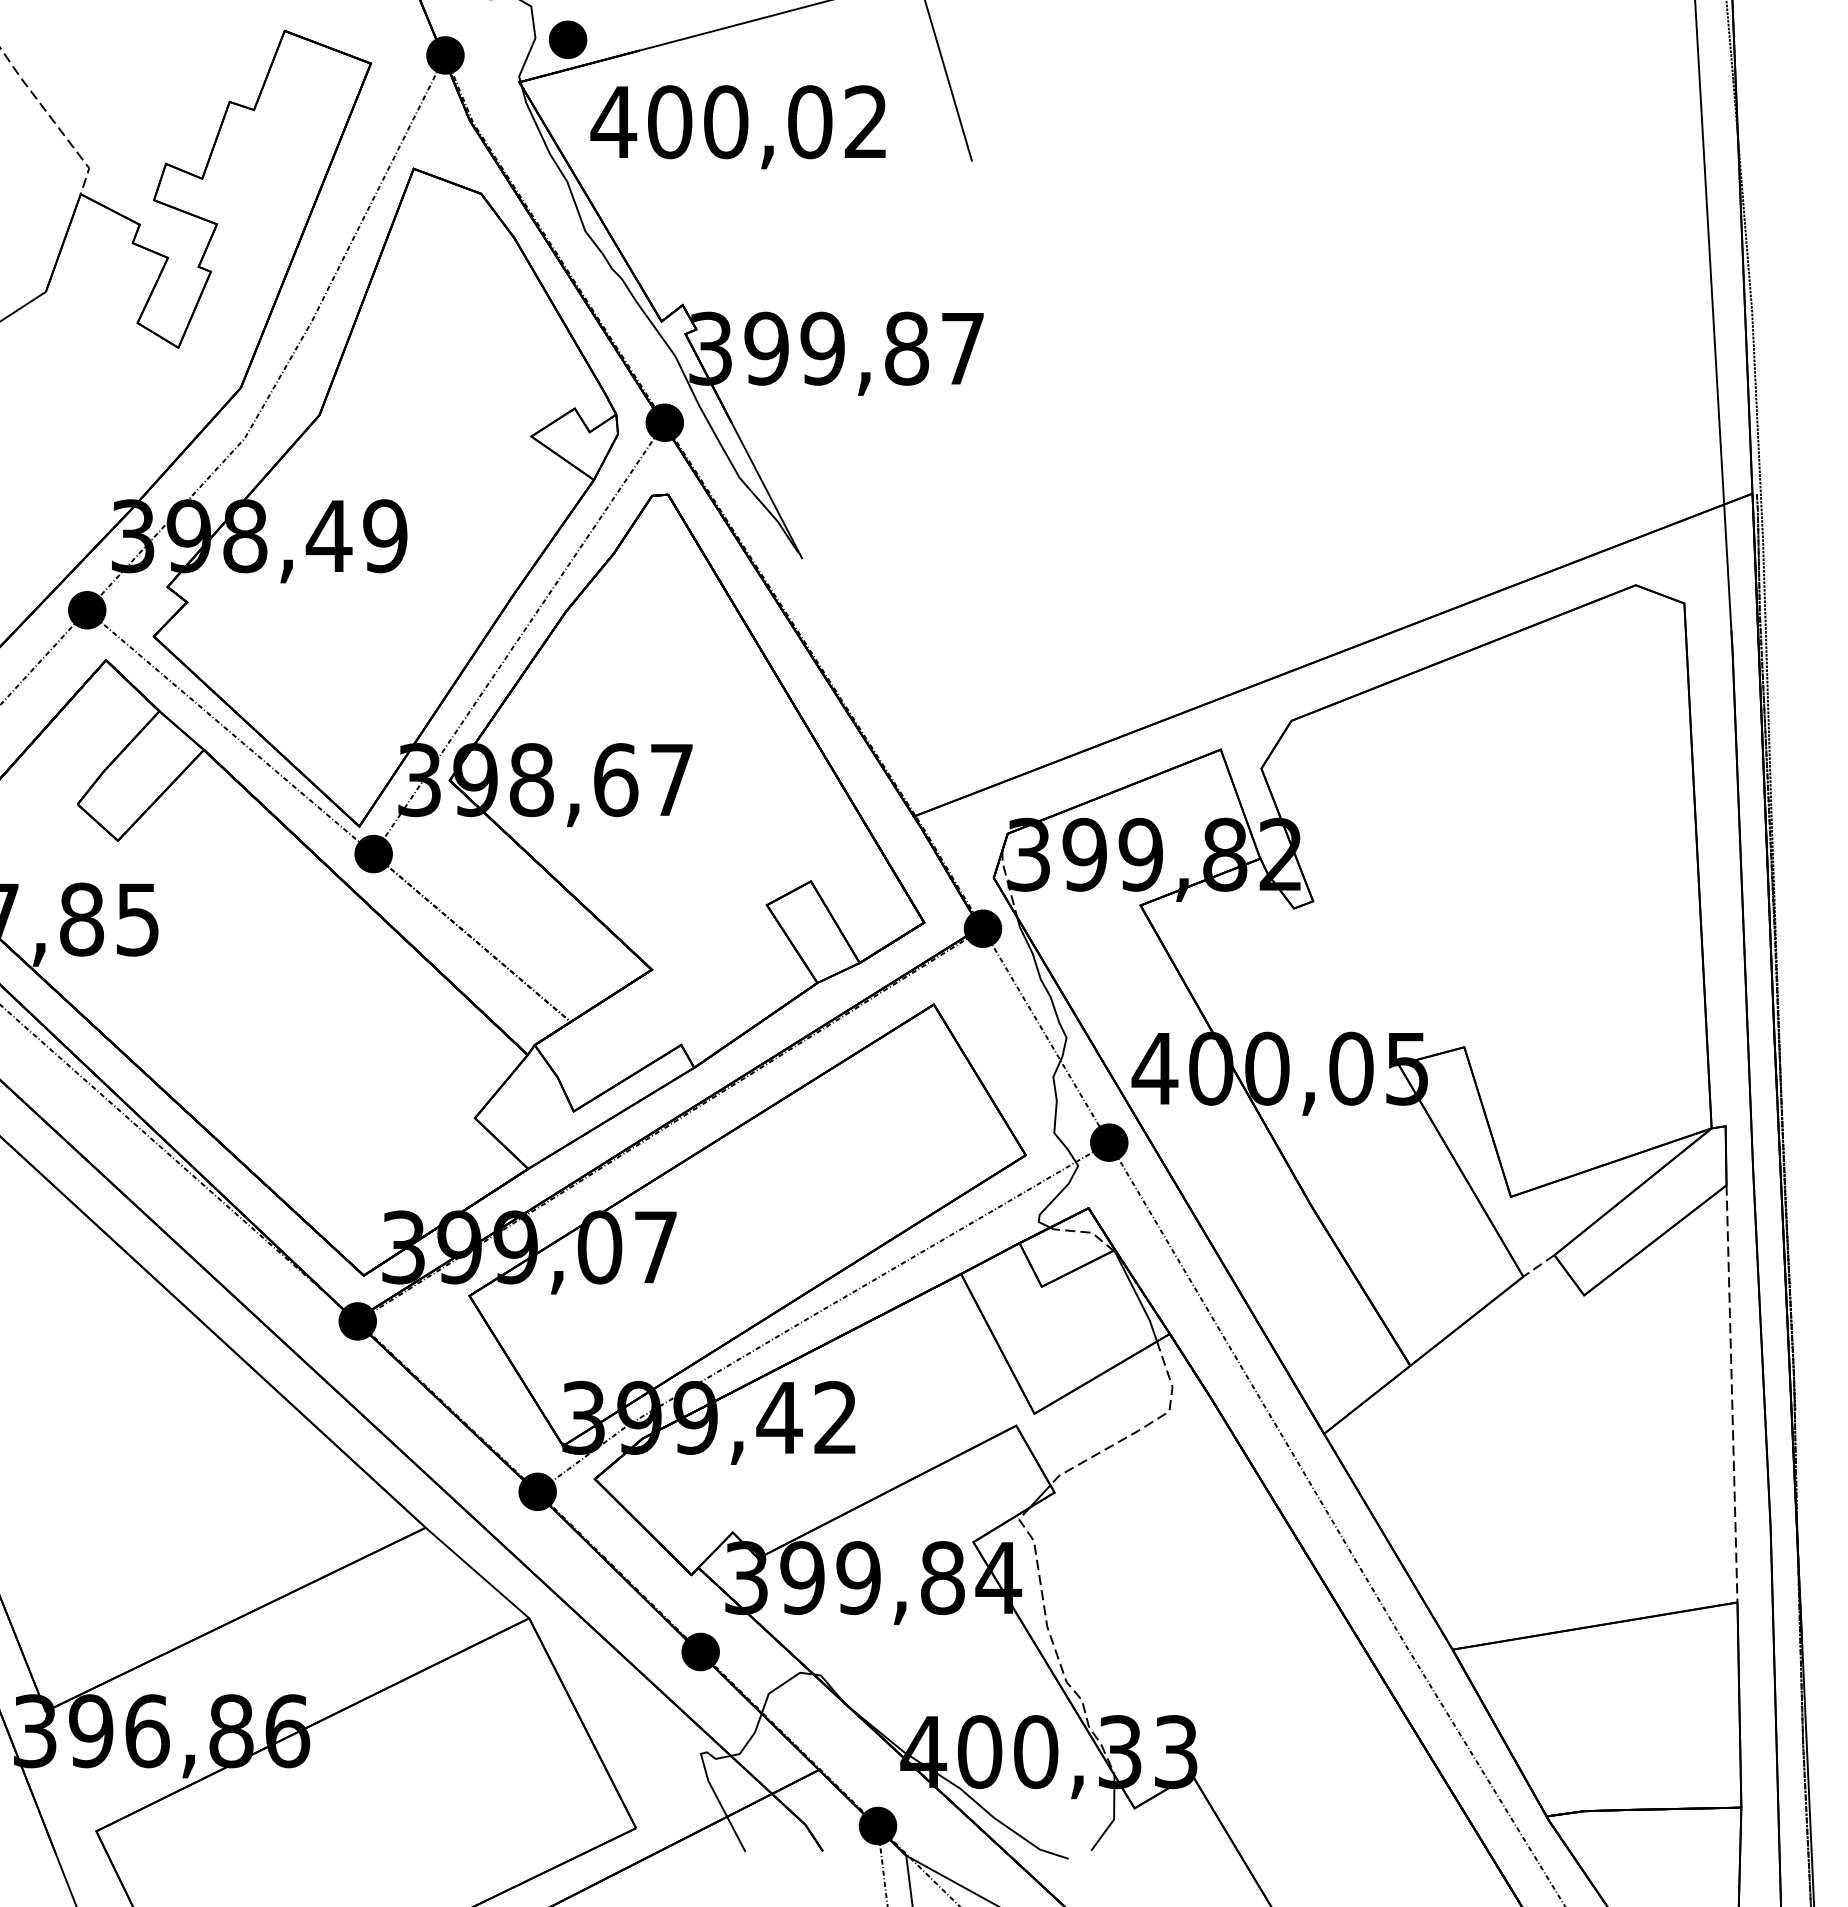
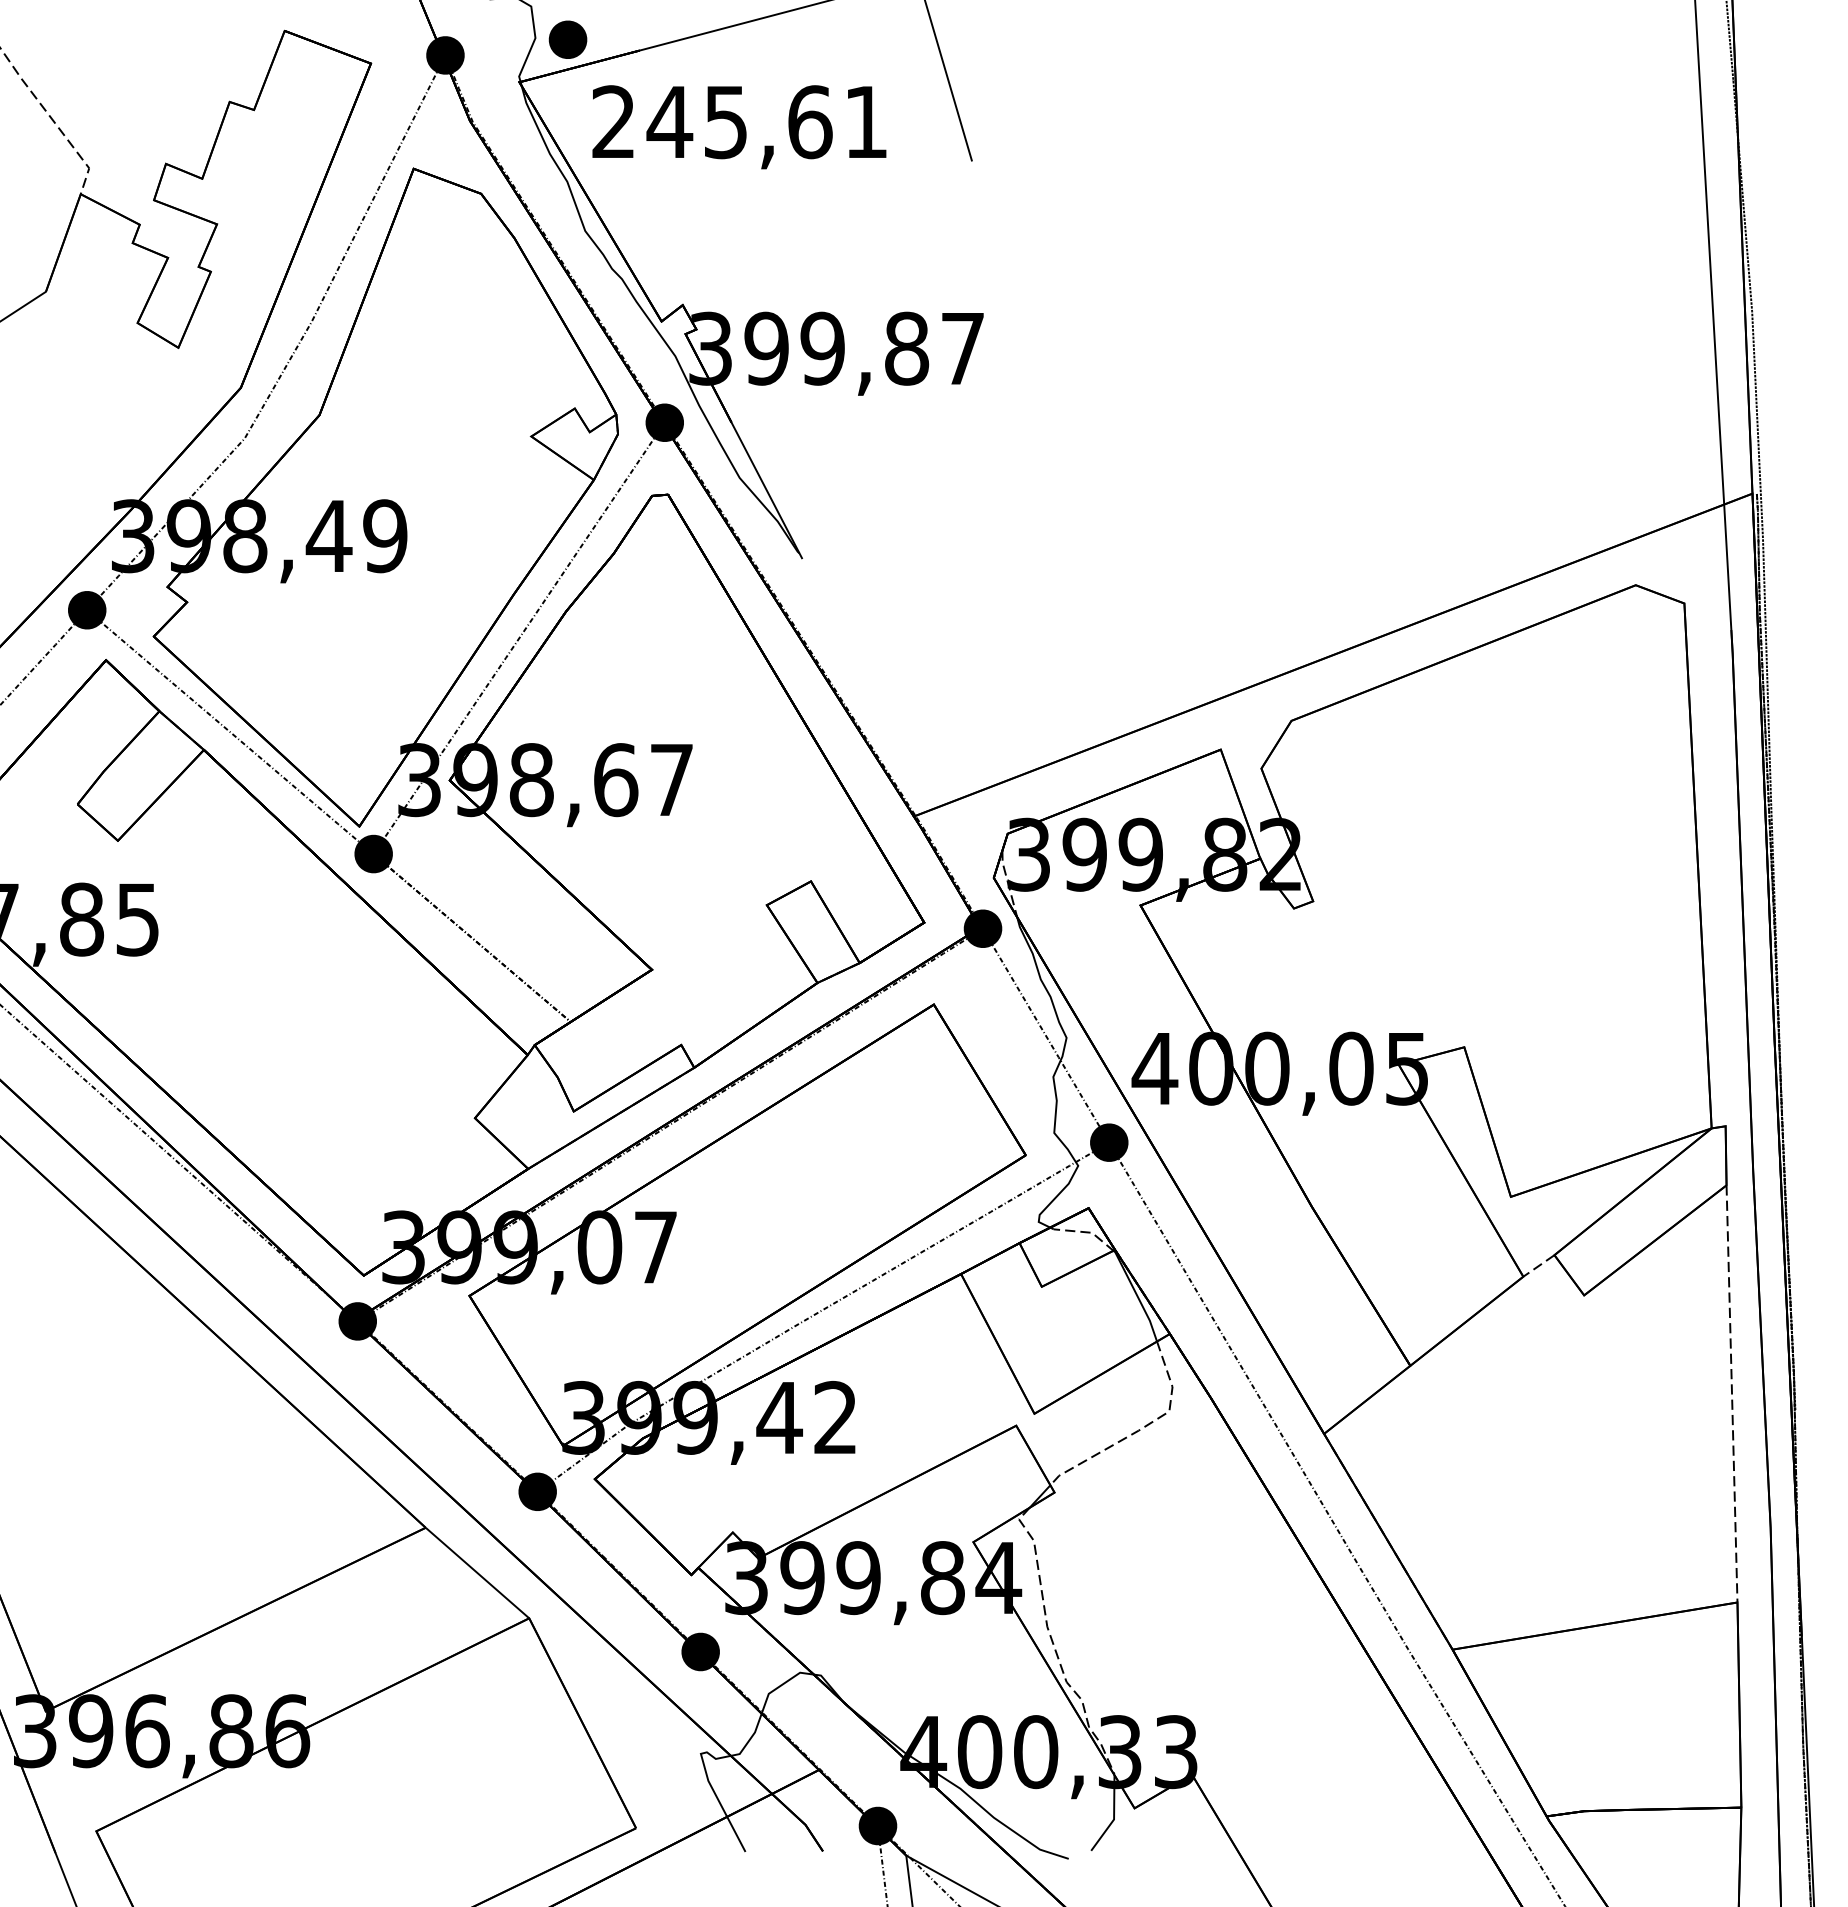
text at (738, 122): 400,02 -> 245,61
